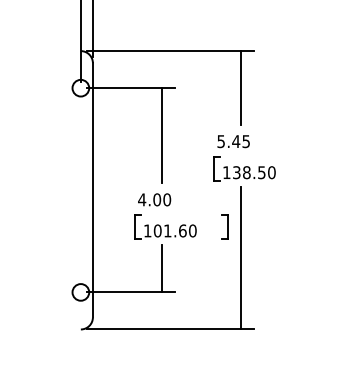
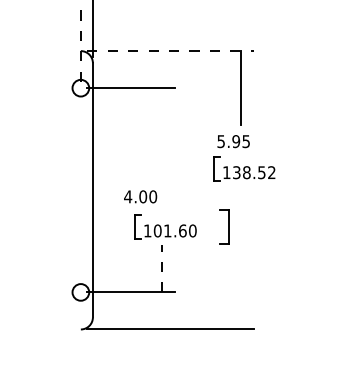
line at (80, 41): solid -> dashed
line at (170, 51): solid -> dashed
line at (161, 135): present -> none
text at (236, 141): 5.45 -> 5.95
text at (271, 172): 138.50 -> 138.52
text at (154, 199) position: (154, 199) -> (140, 196)
part at (224, 226) size: 8x26 px -> 11x36 px
line at (240, 257): present -> none
line at (161, 268): solid -> dashed
